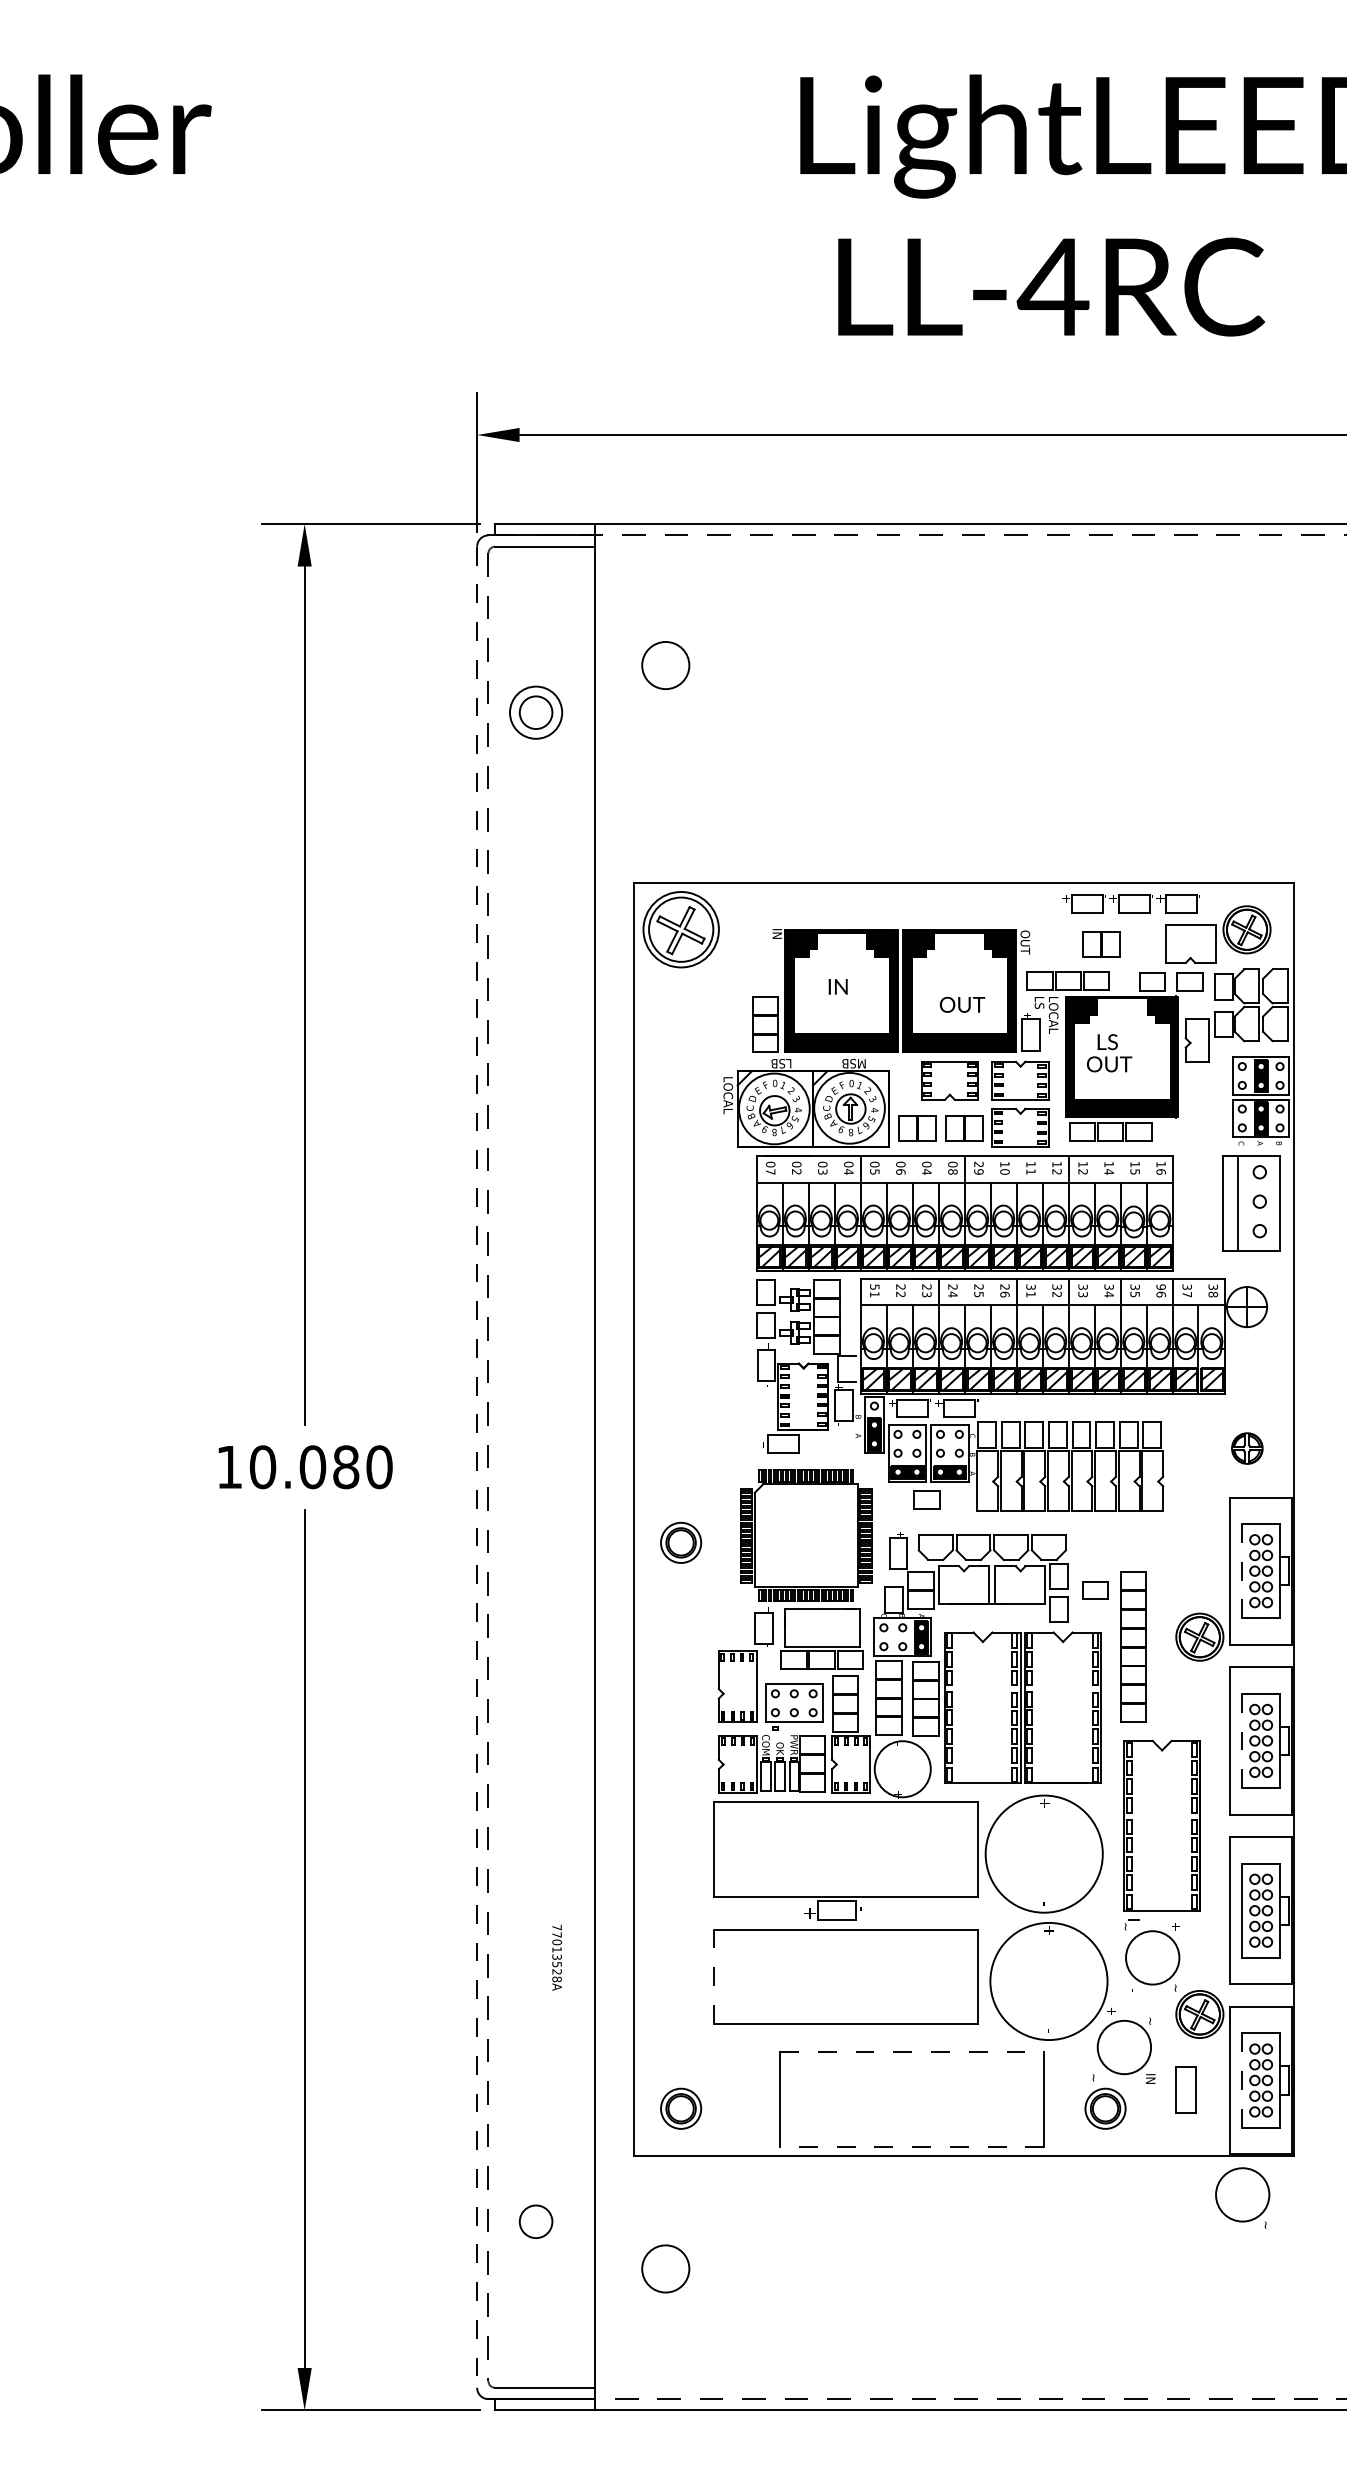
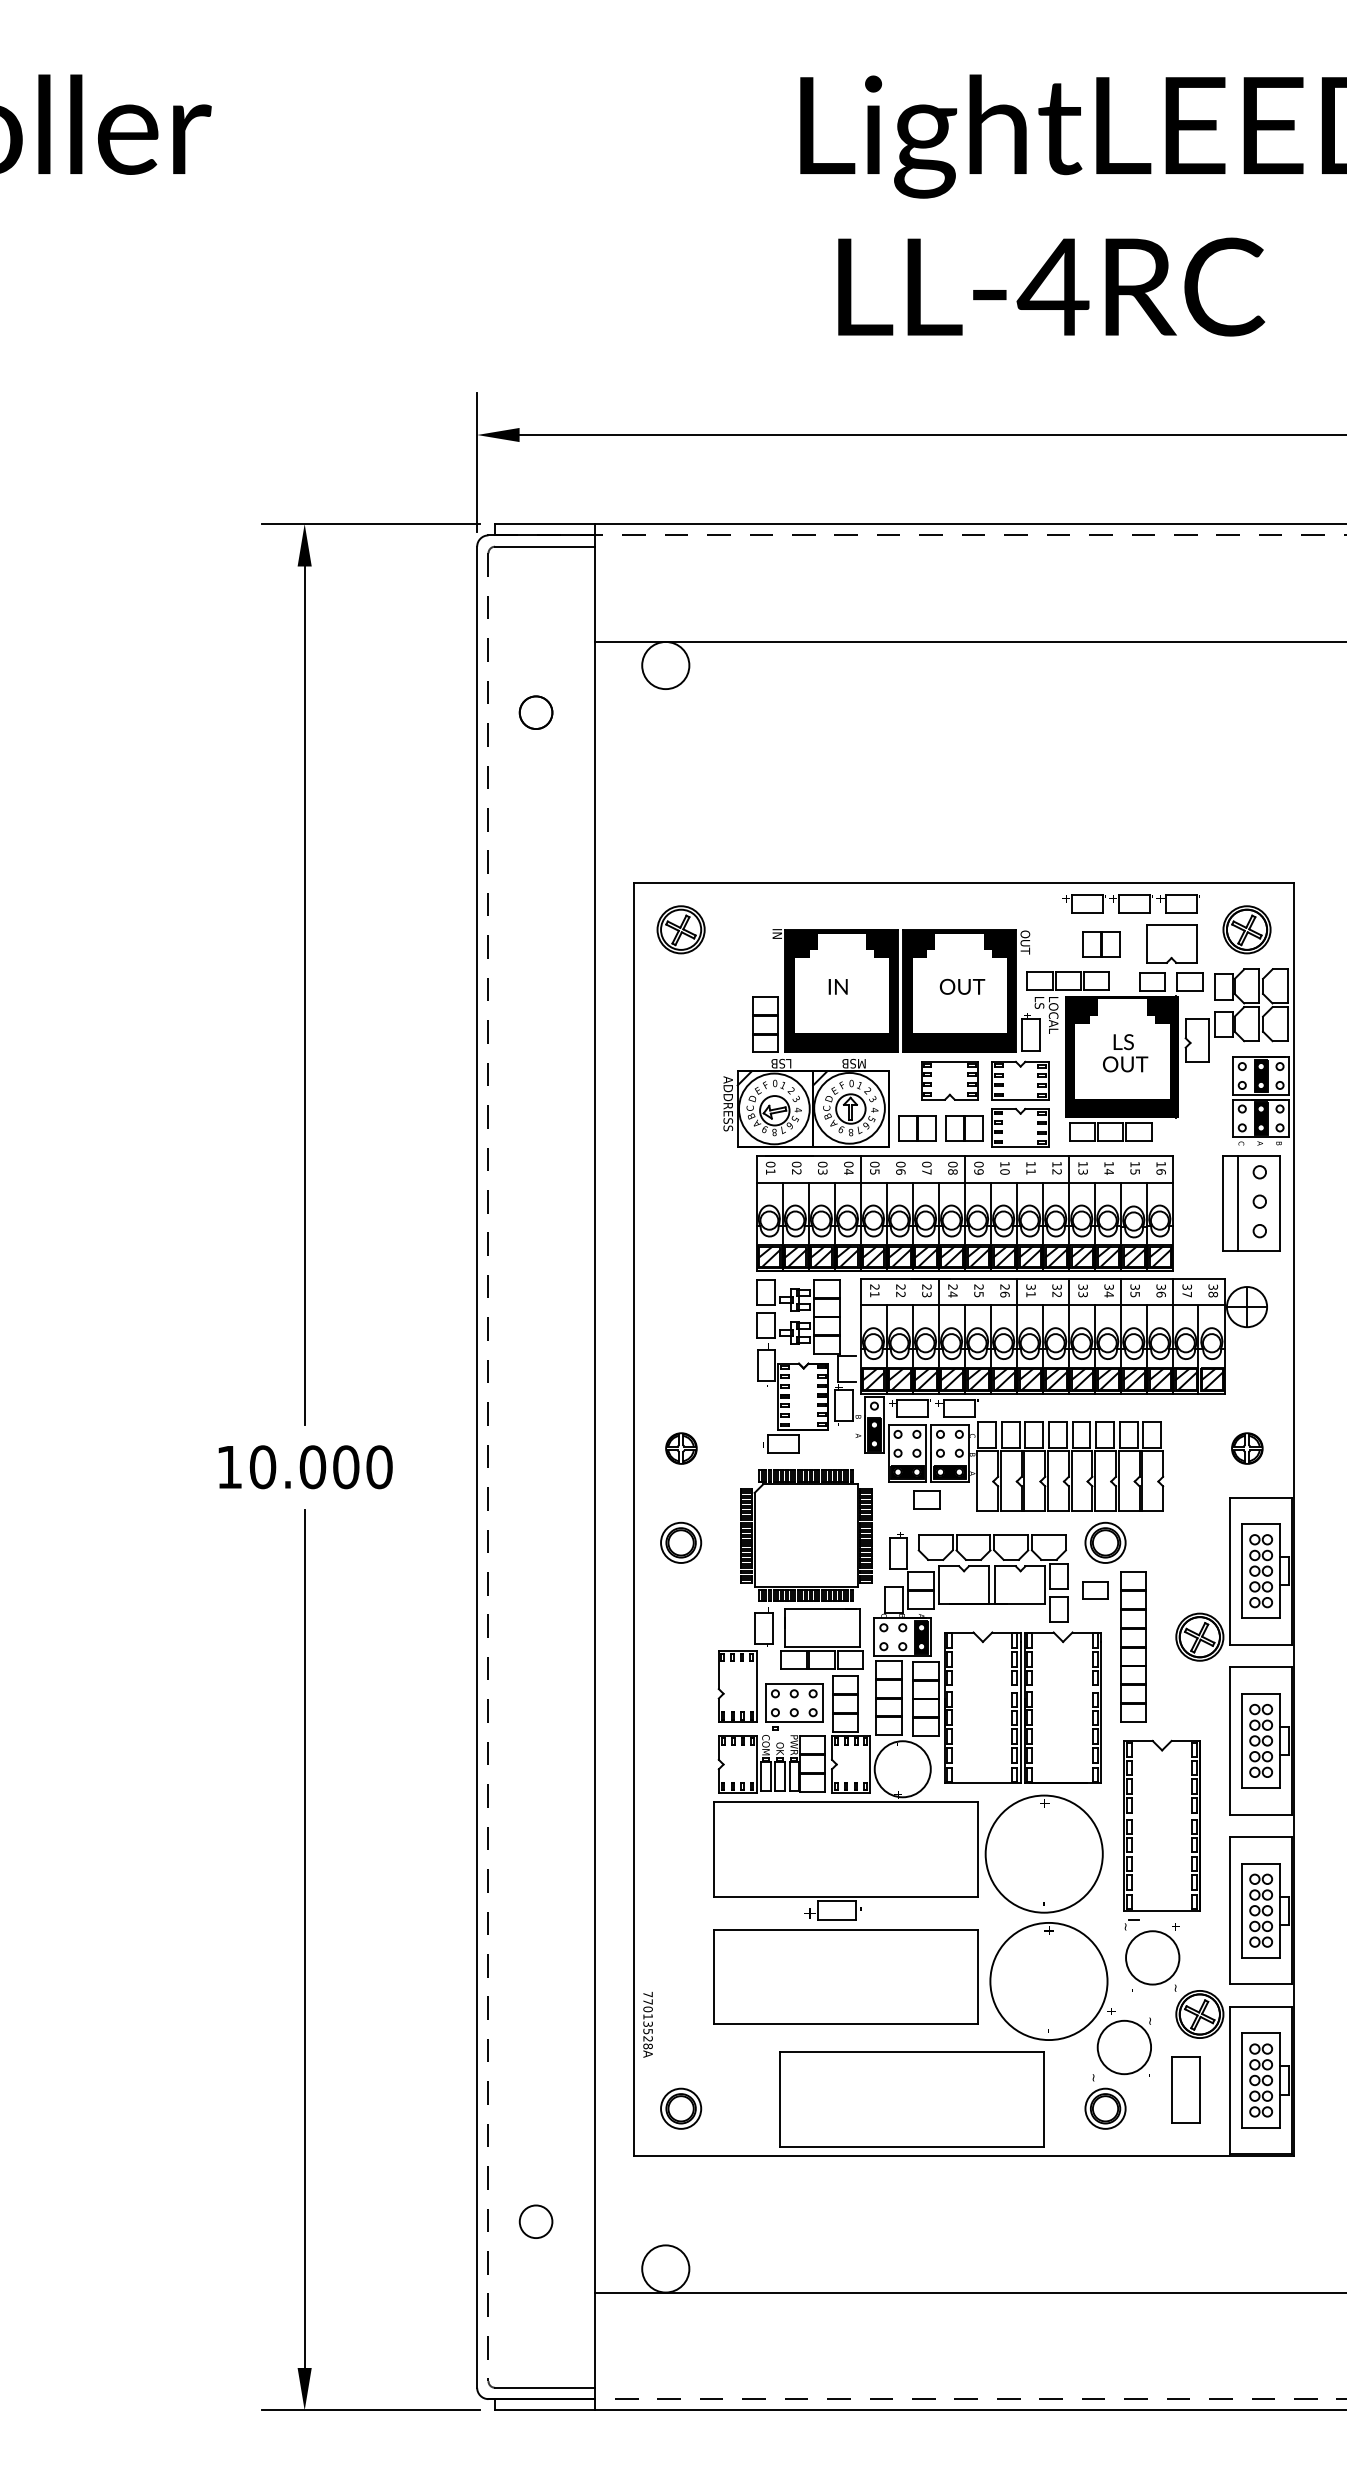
line at (969, 641): none -> present
circle at (536, 712) diameter: 52 px -> 33 px
part at (680, 929) size: 78x78 px -> 50x50 px
part at (1190, 943) position: (1190, 943) -> (1171, 943)
text at (962, 1004) position: (962, 1004) -> (962, 986)
text at (1109, 1053) position: (1109, 1053) -> (1125, 1053)
text at (728, 1103): LOCAL -> ADDRESS
text at (978, 1164): 29 -> 09
text at (770, 1171): 07 -> 01
text at (926, 1171): 04 -> 07
text at (1082, 1171): 12 -> 13
text at (874, 1286): 51 -> 21
text at (1160, 1286): 96 -> 36
part at (681, 1448): none -> present
text at (346, 1466): 10.080 -> 10.000
line at (477, 1467): dashed -> solid
part at (1105, 1542): none -> present
line at (1242, 1571): dashed -> solid
line at (1242, 1741): dashed -> solid
text at (556, 1957) position: (556, 1957) -> (647, 2024)
line at (714, 1976): dashed -> solid
line at (912, 2052): dashed -> solid
text at (1150, 2078): IN -> -
line at (1242, 2081): dashed -> solid
part at (1185, 2089) size: 22x48 px -> 30x68 px
line at (911, 2146): dashed -> solid
part at (1242, 2197): present -> none
line at (969, 2292): none -> present
